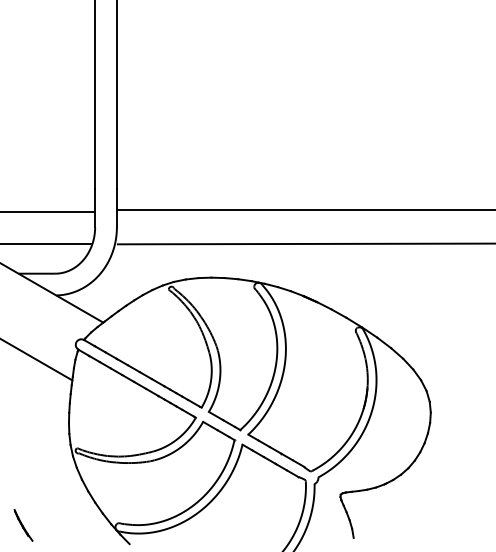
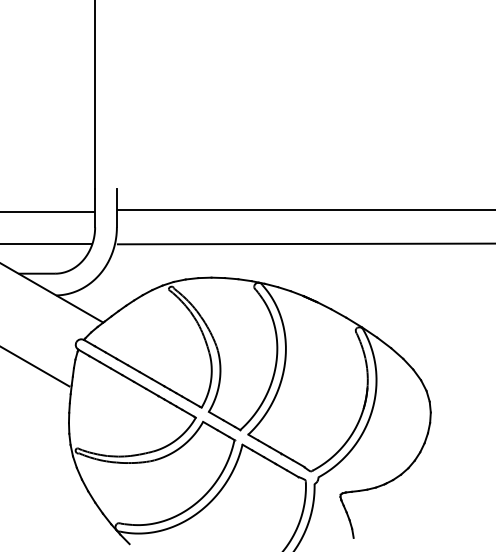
line at (116, 95): present -> none
line at (37, 360) position: (37, 360) -> (35, 366)
line at (23, 525): present -> none
